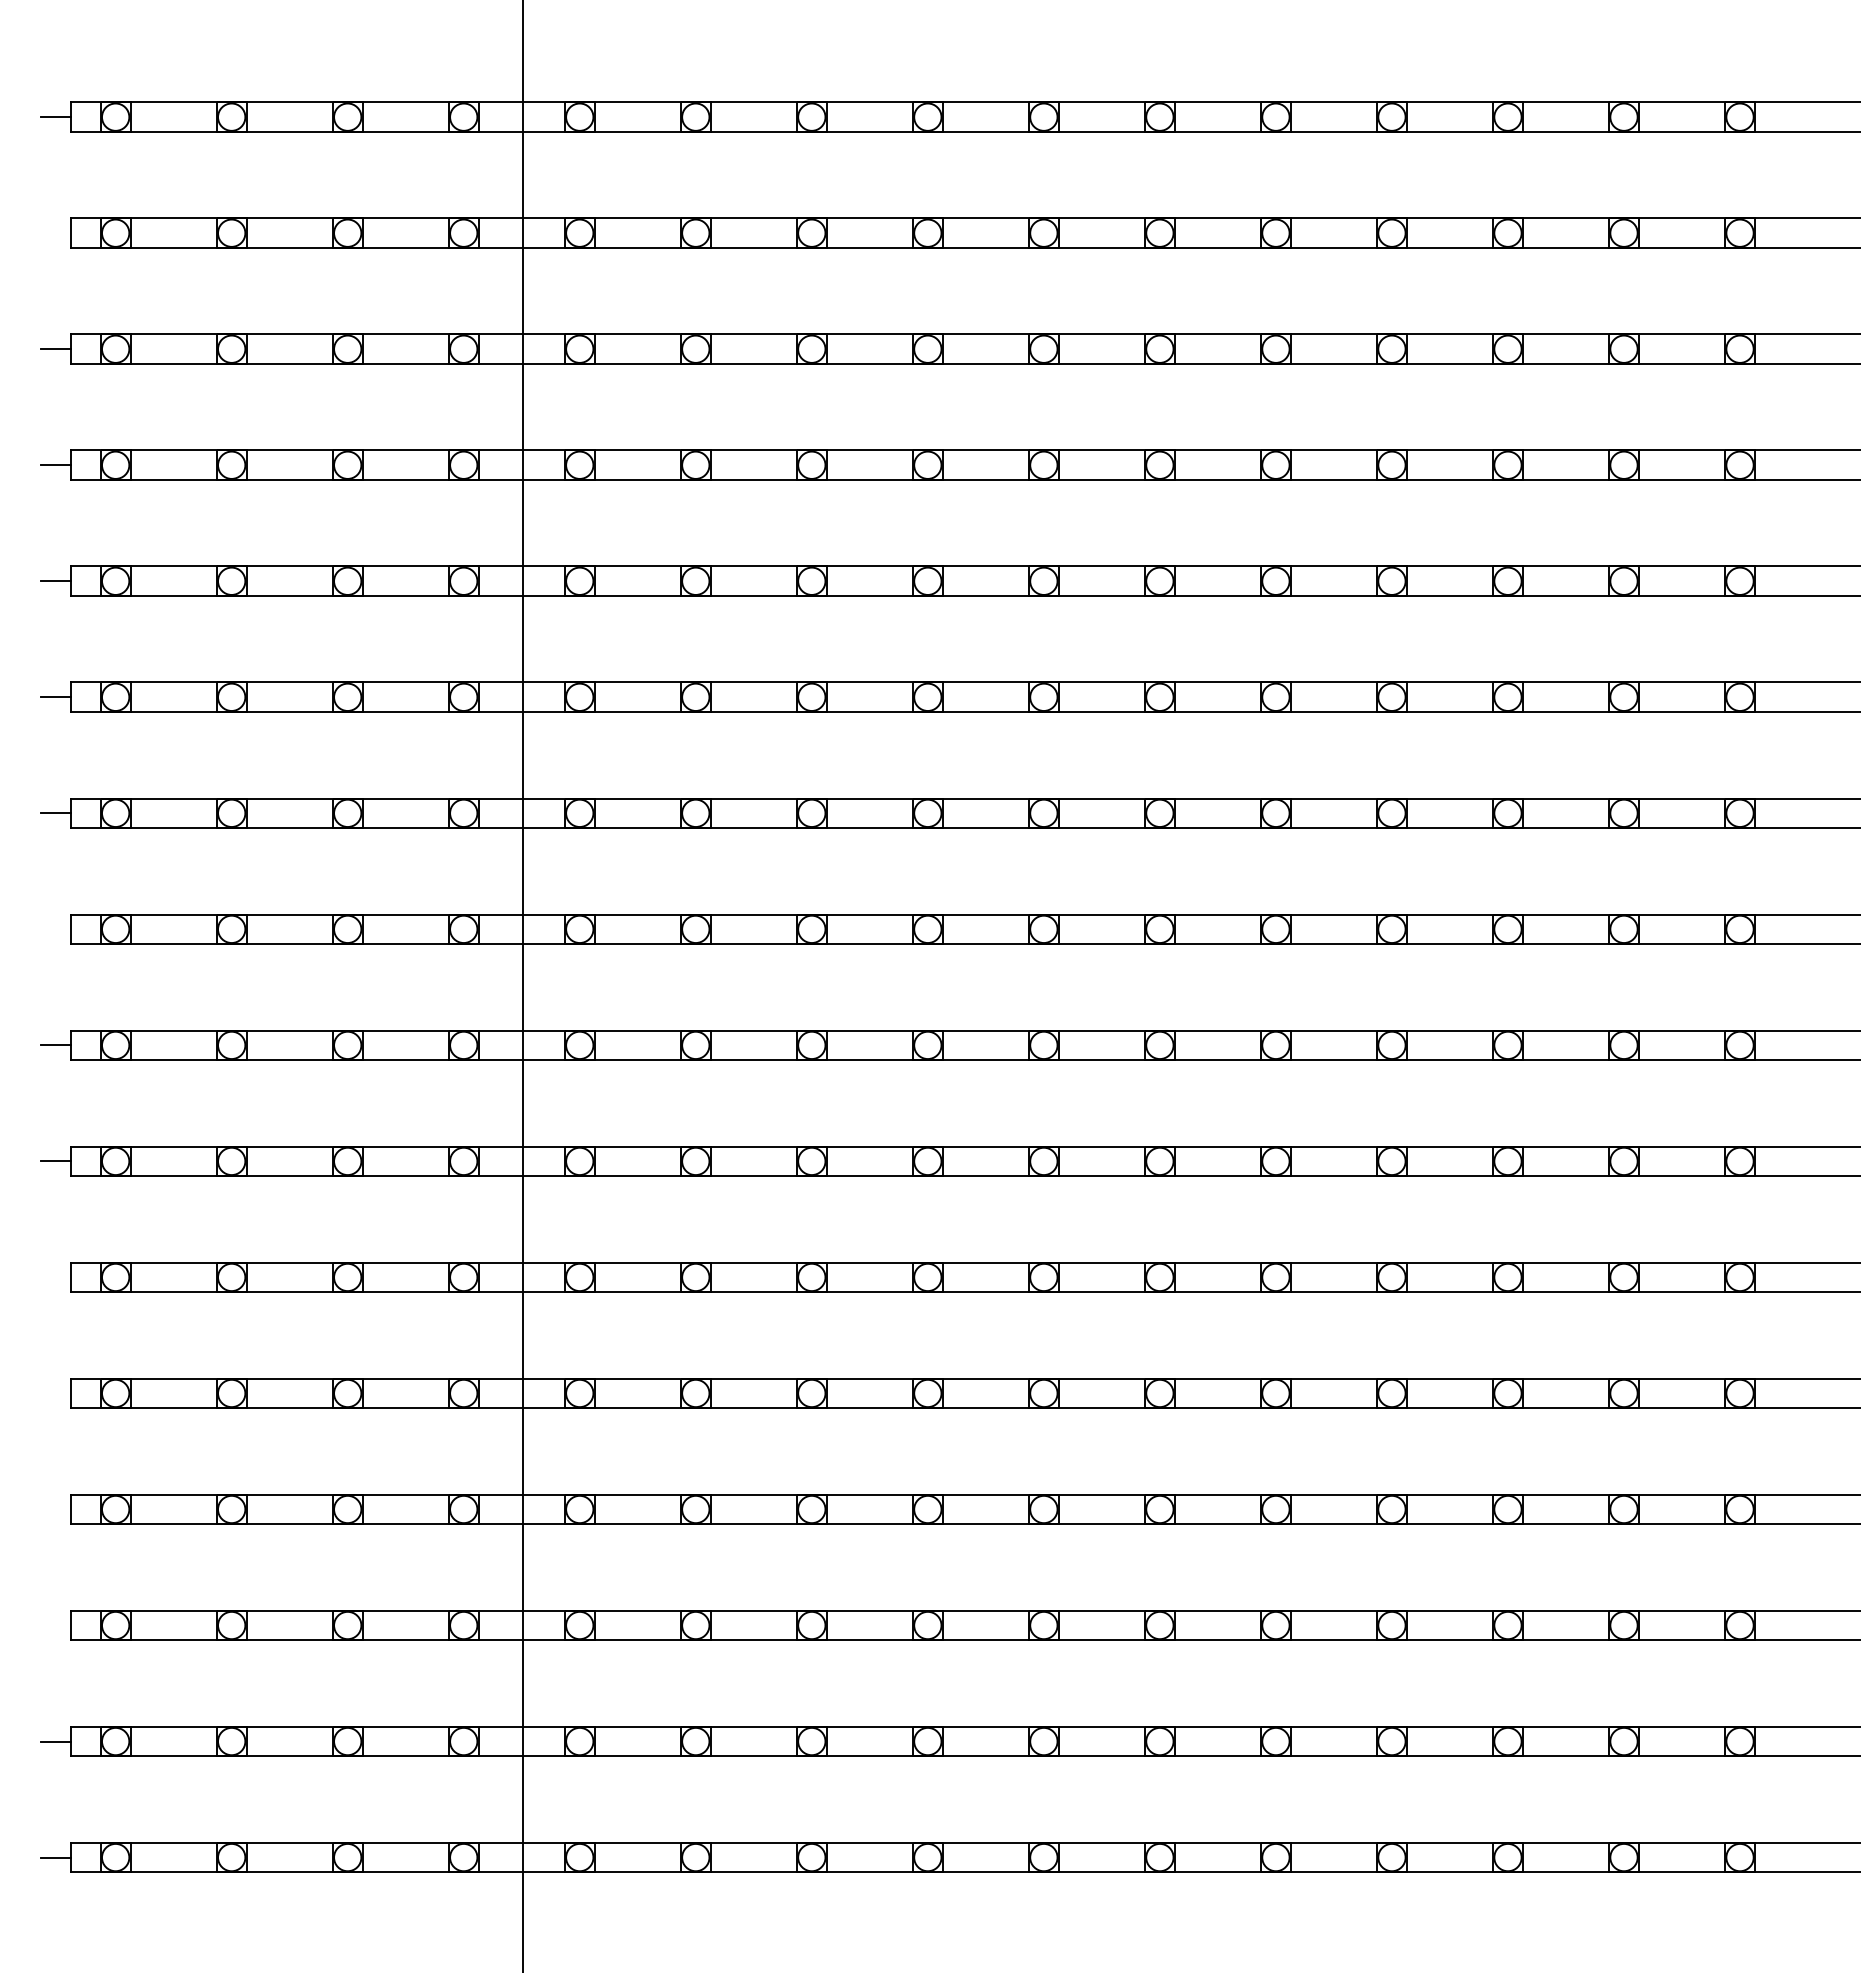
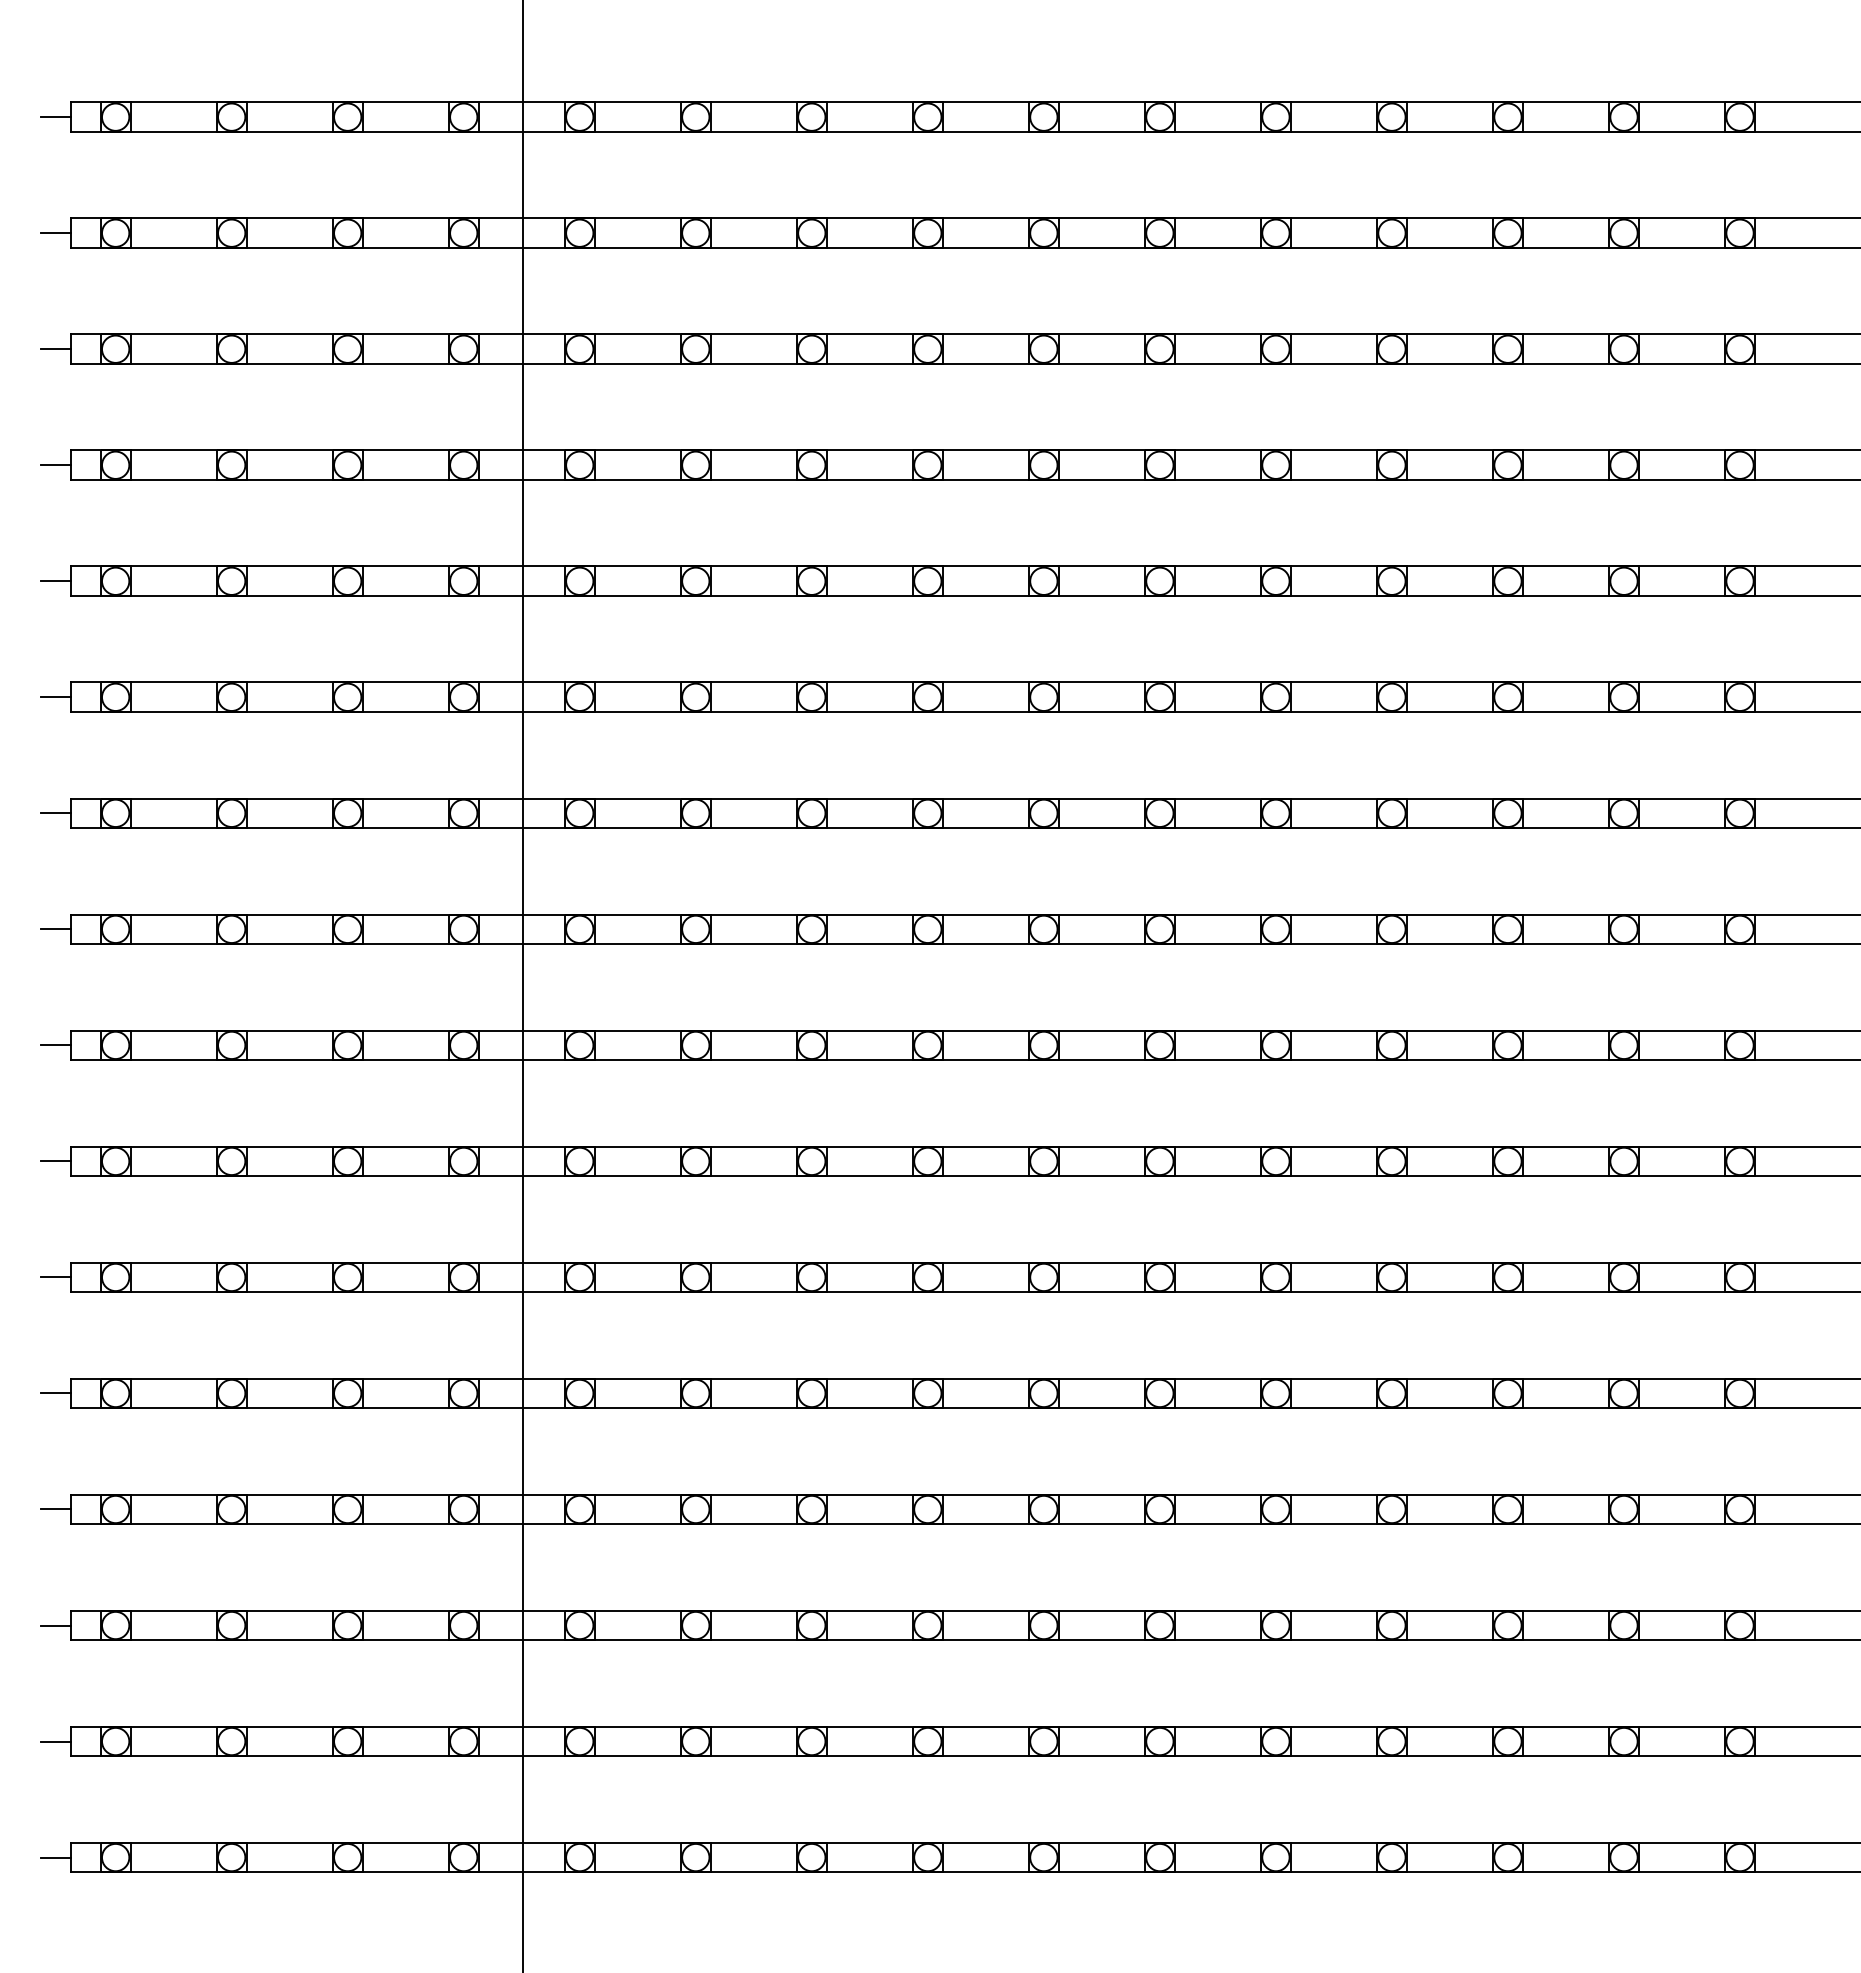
line at (55, 233): none -> present
line at (55, 929): none -> present
line at (55, 1277): none -> present
line at (55, 1393): none -> present
line at (55, 1509): none -> present
line at (55, 1625): none -> present
